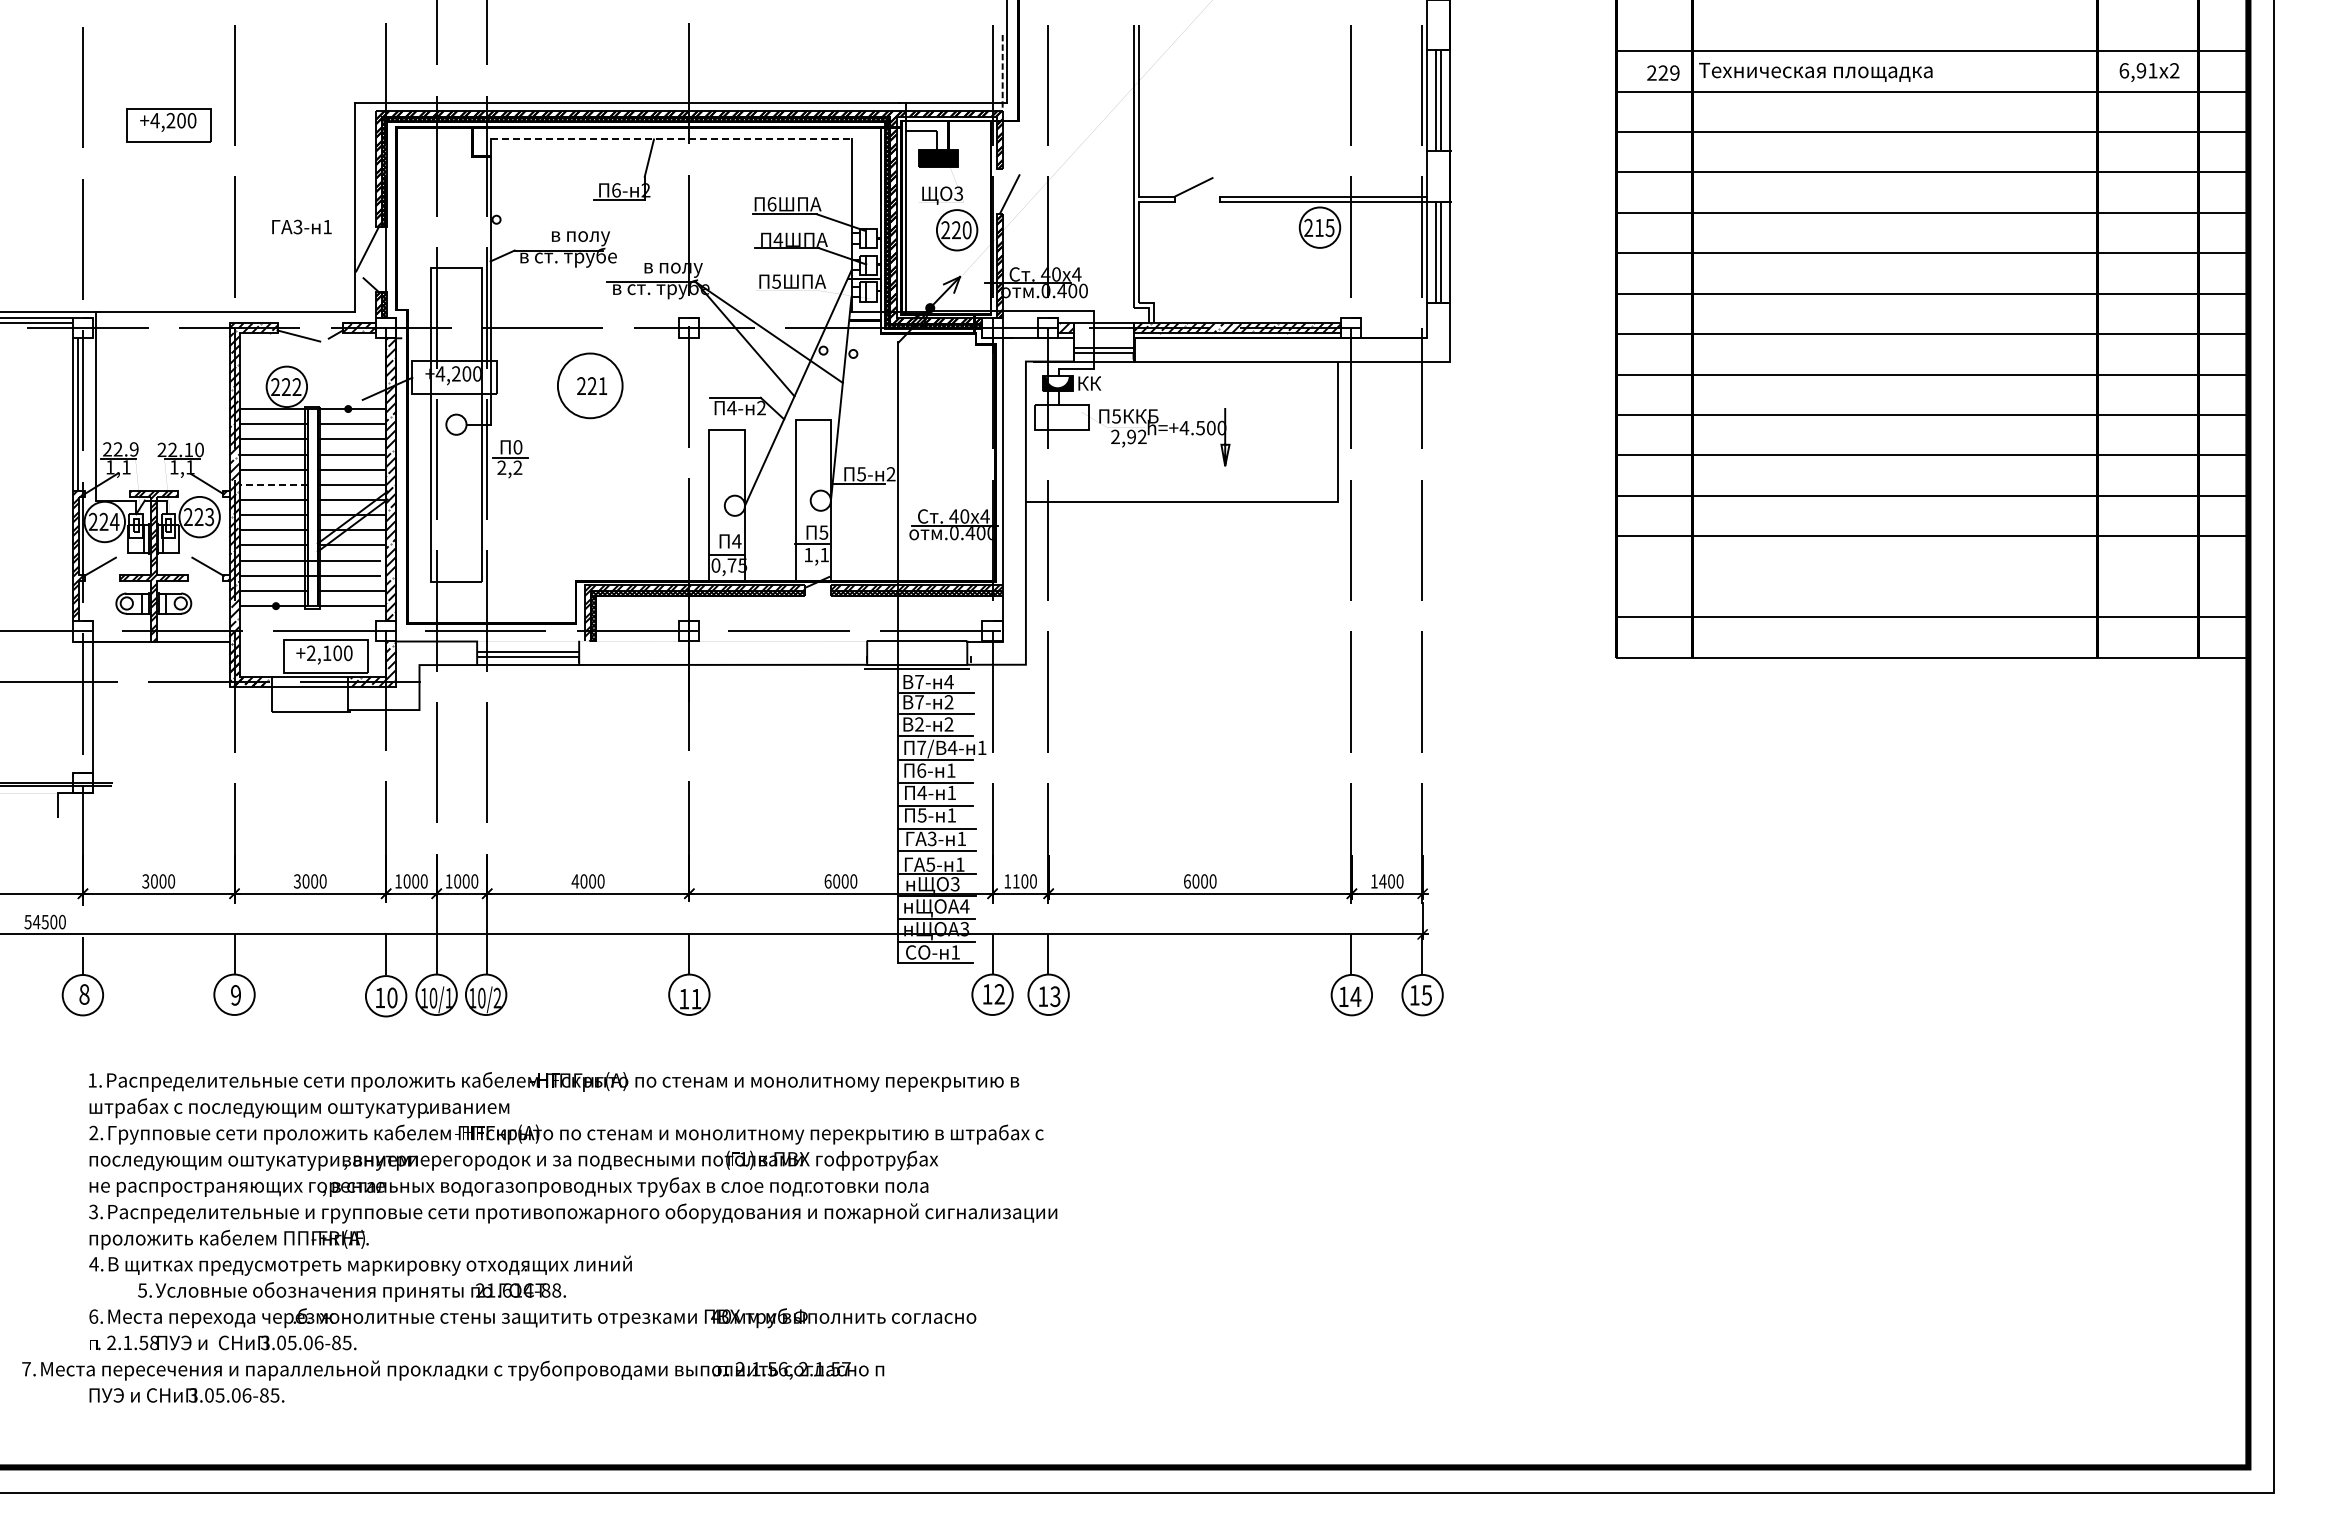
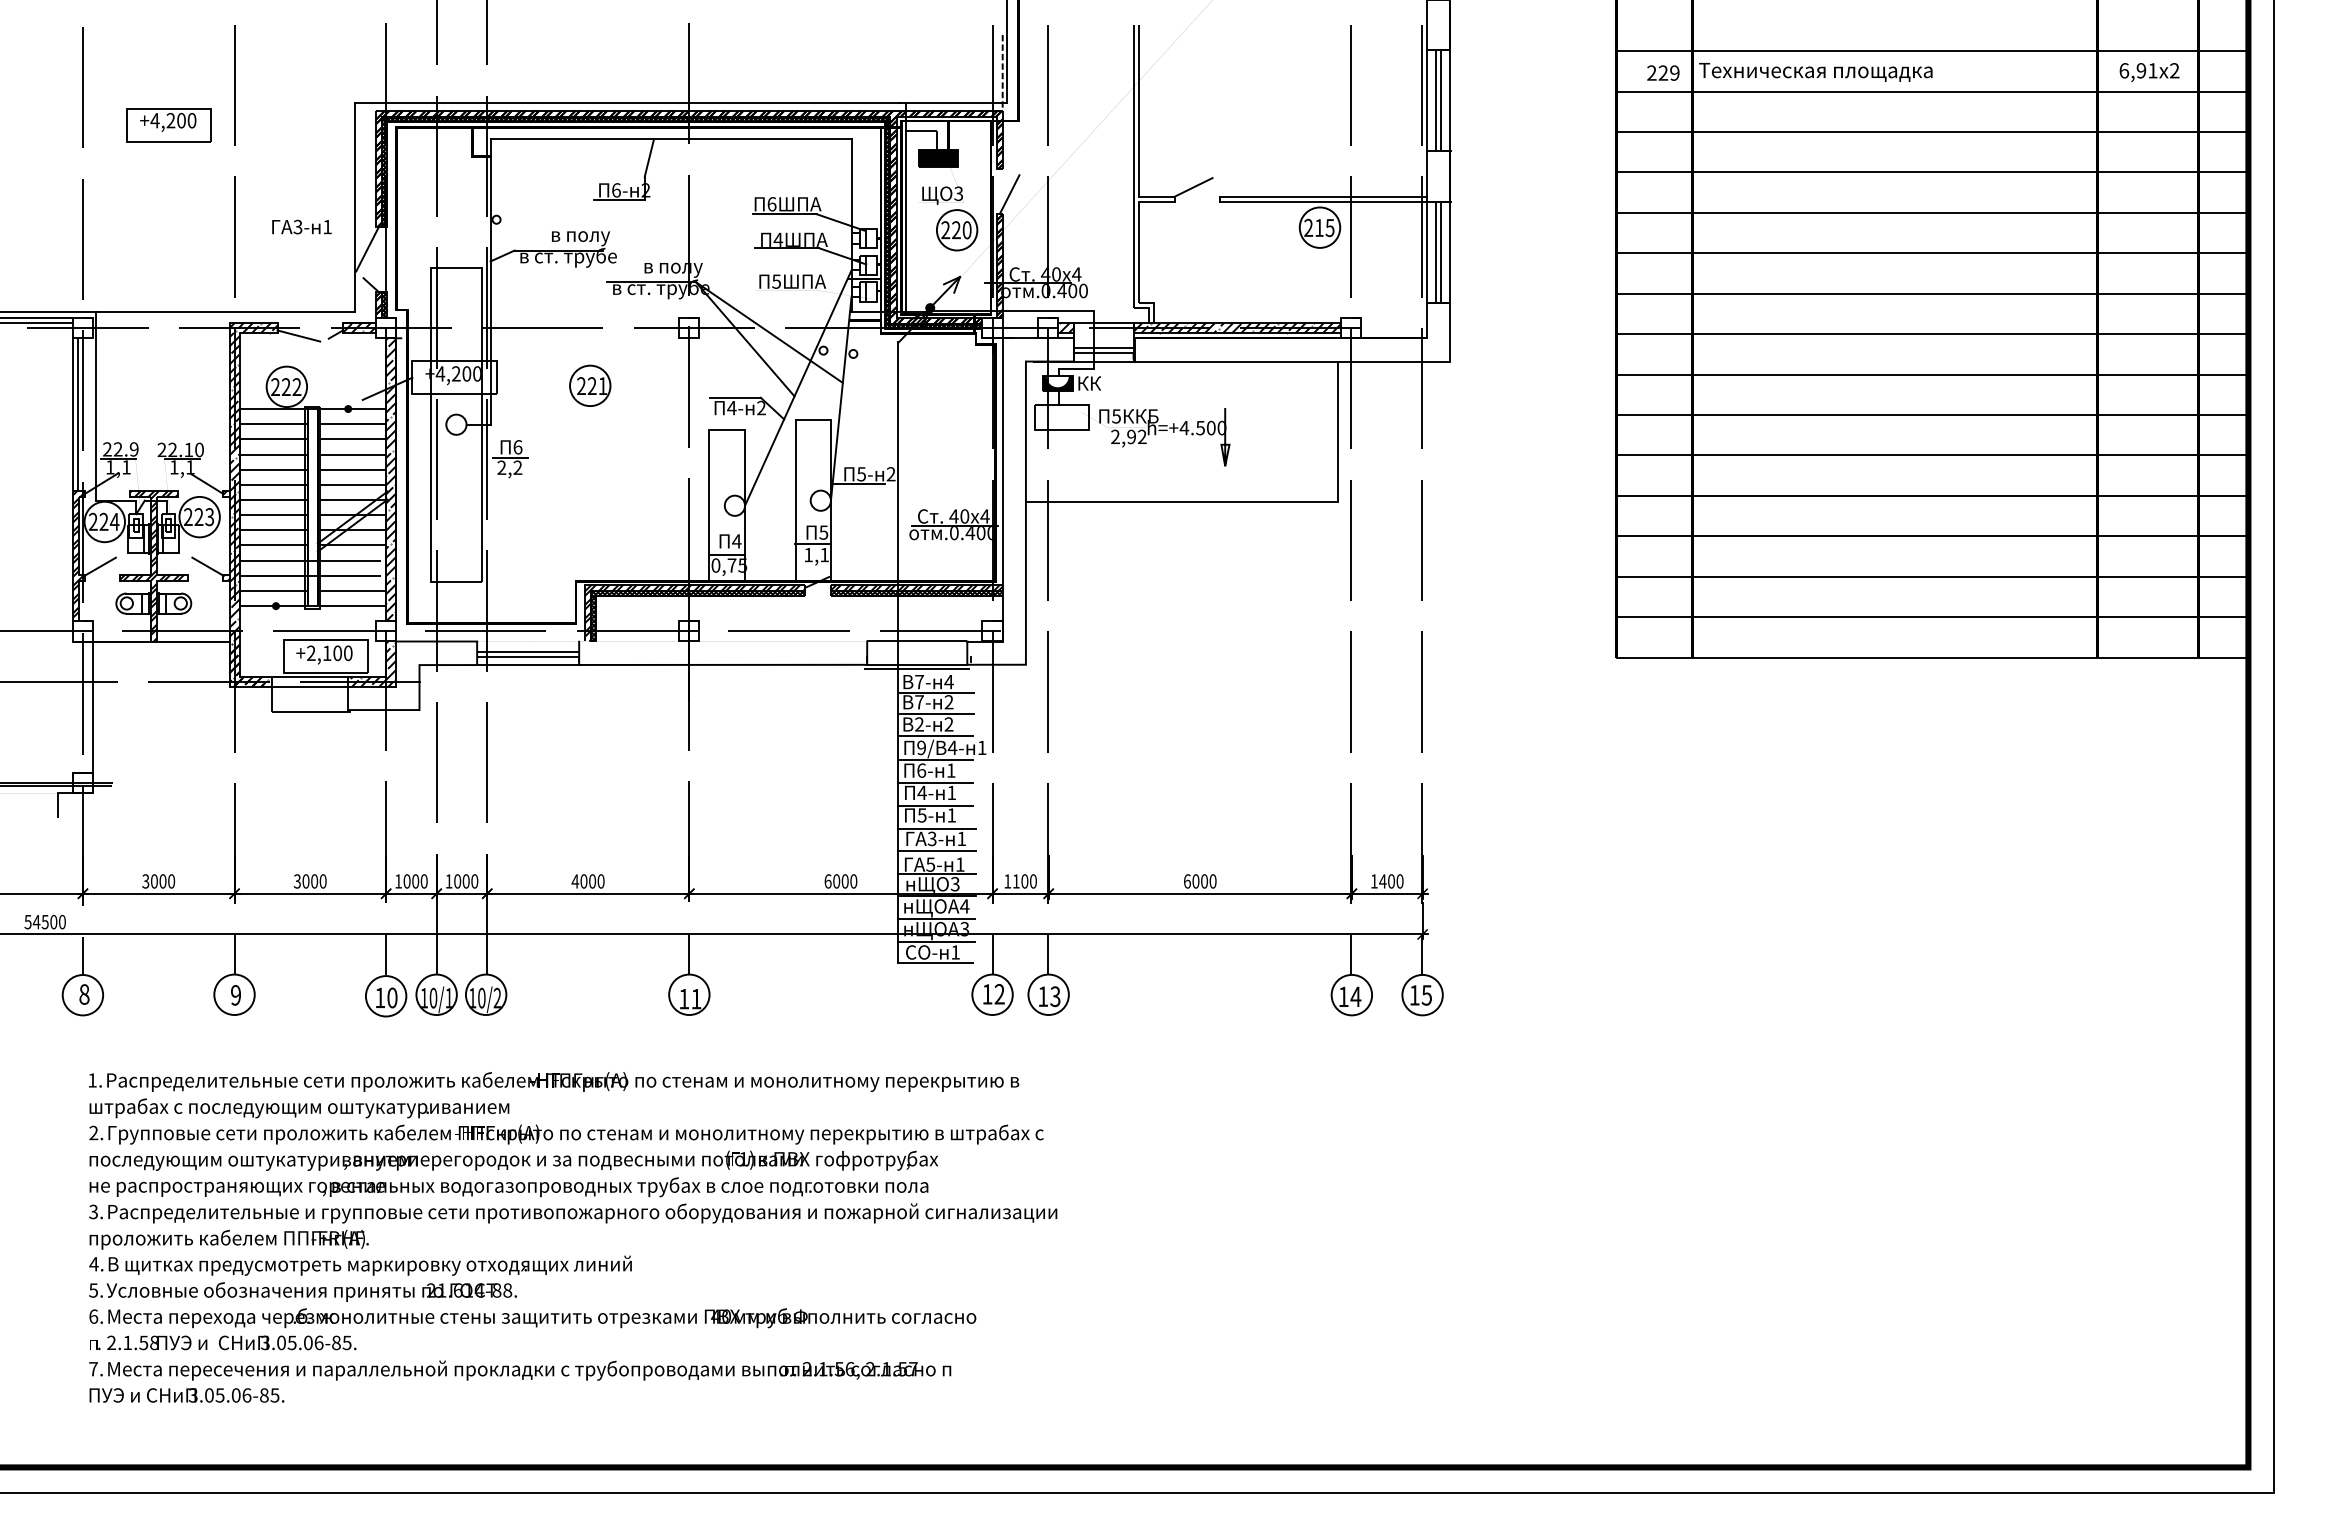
line at (671, 139): dashed -> solid
circle at (589, 385) diameter: 65 px -> 40 px
text at (517, 447): 0 -> 6
line at (273, 484): dashed -> solid
line at (1932, 576): none -> present
text at (921, 747): 7/ -> 9/
text at (351, 1291) position: (351, 1291) -> (302, 1291)
text at (453, 1370) position: (453, 1370) -> (520, 1370)
